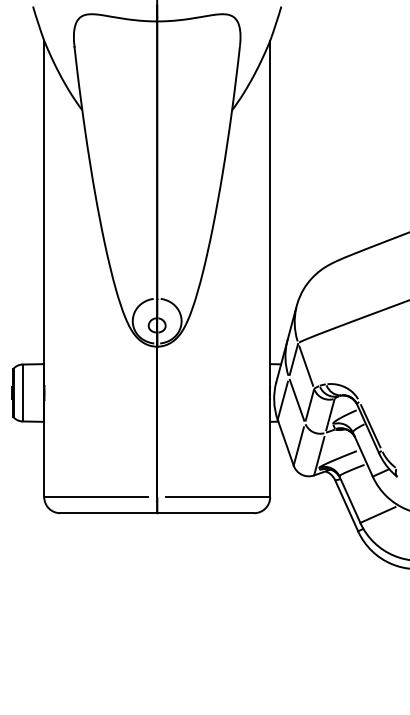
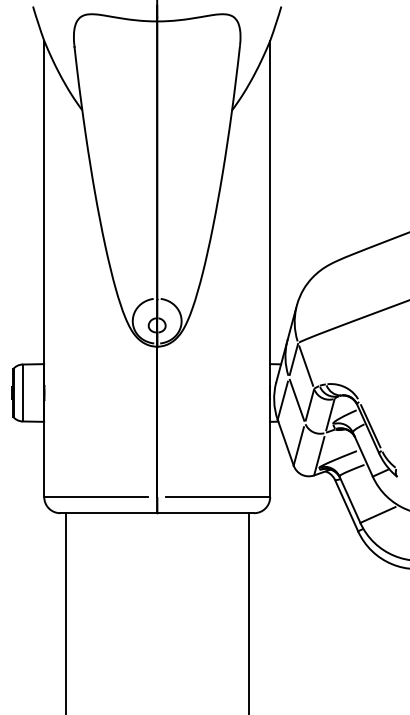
line at (65, 612): none -> present
line at (248, 612): none -> present
